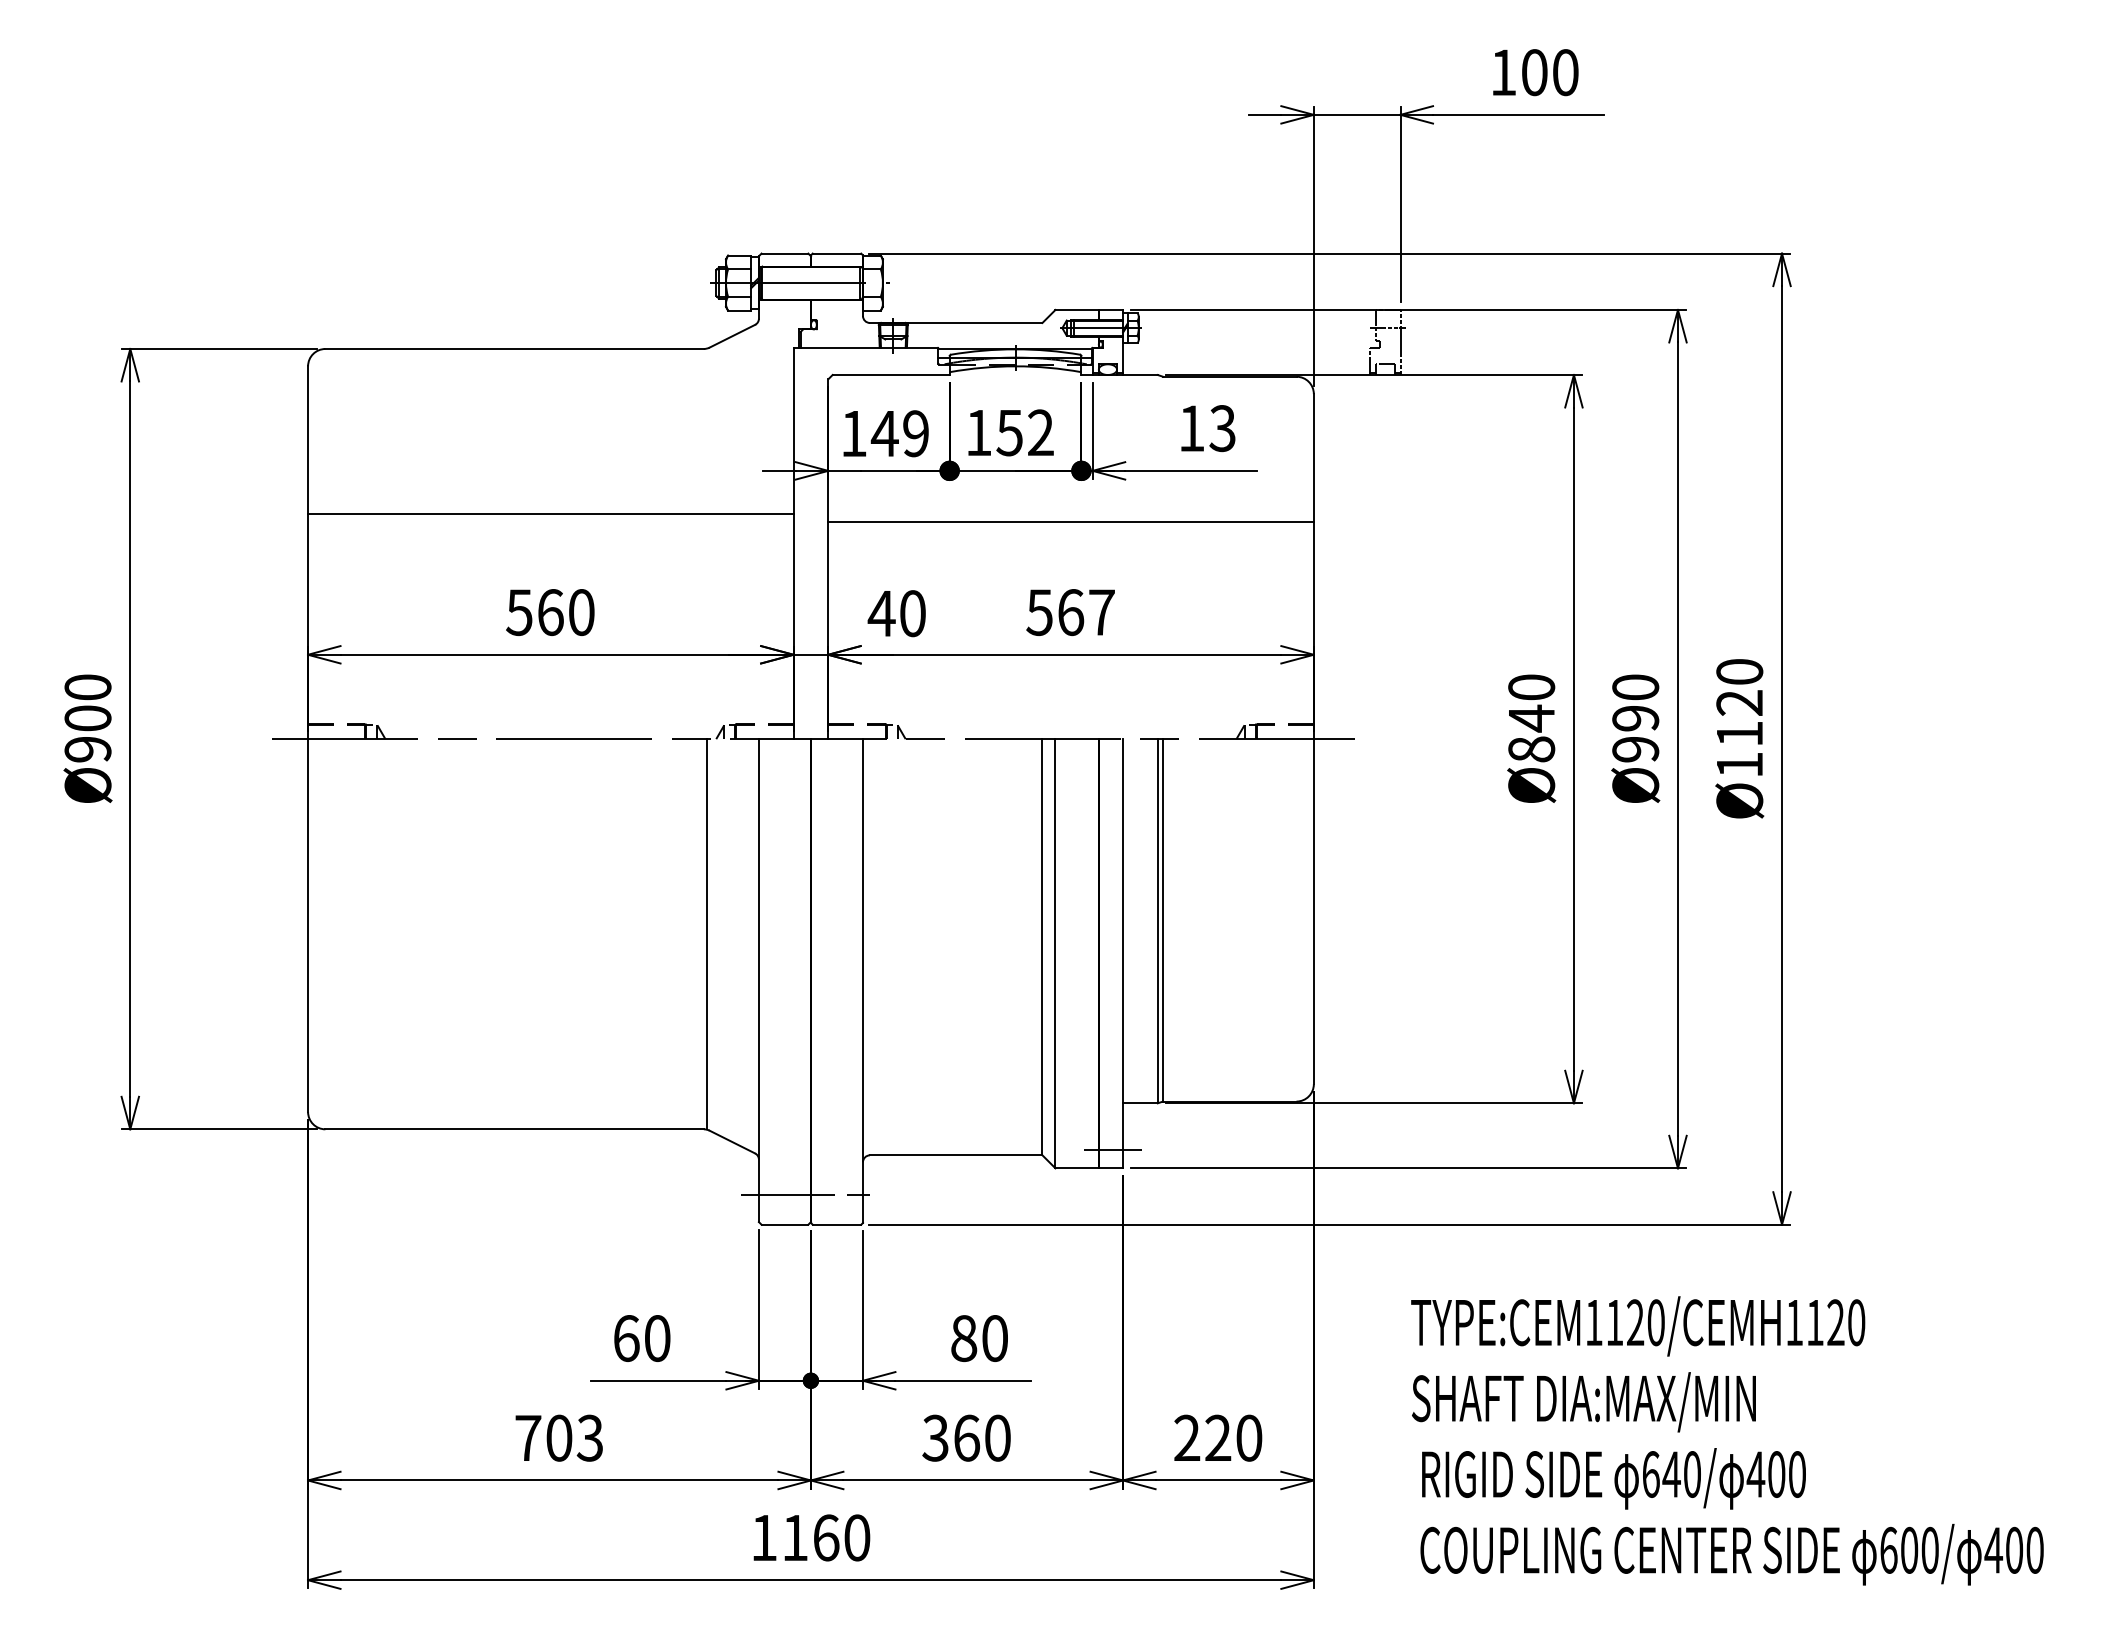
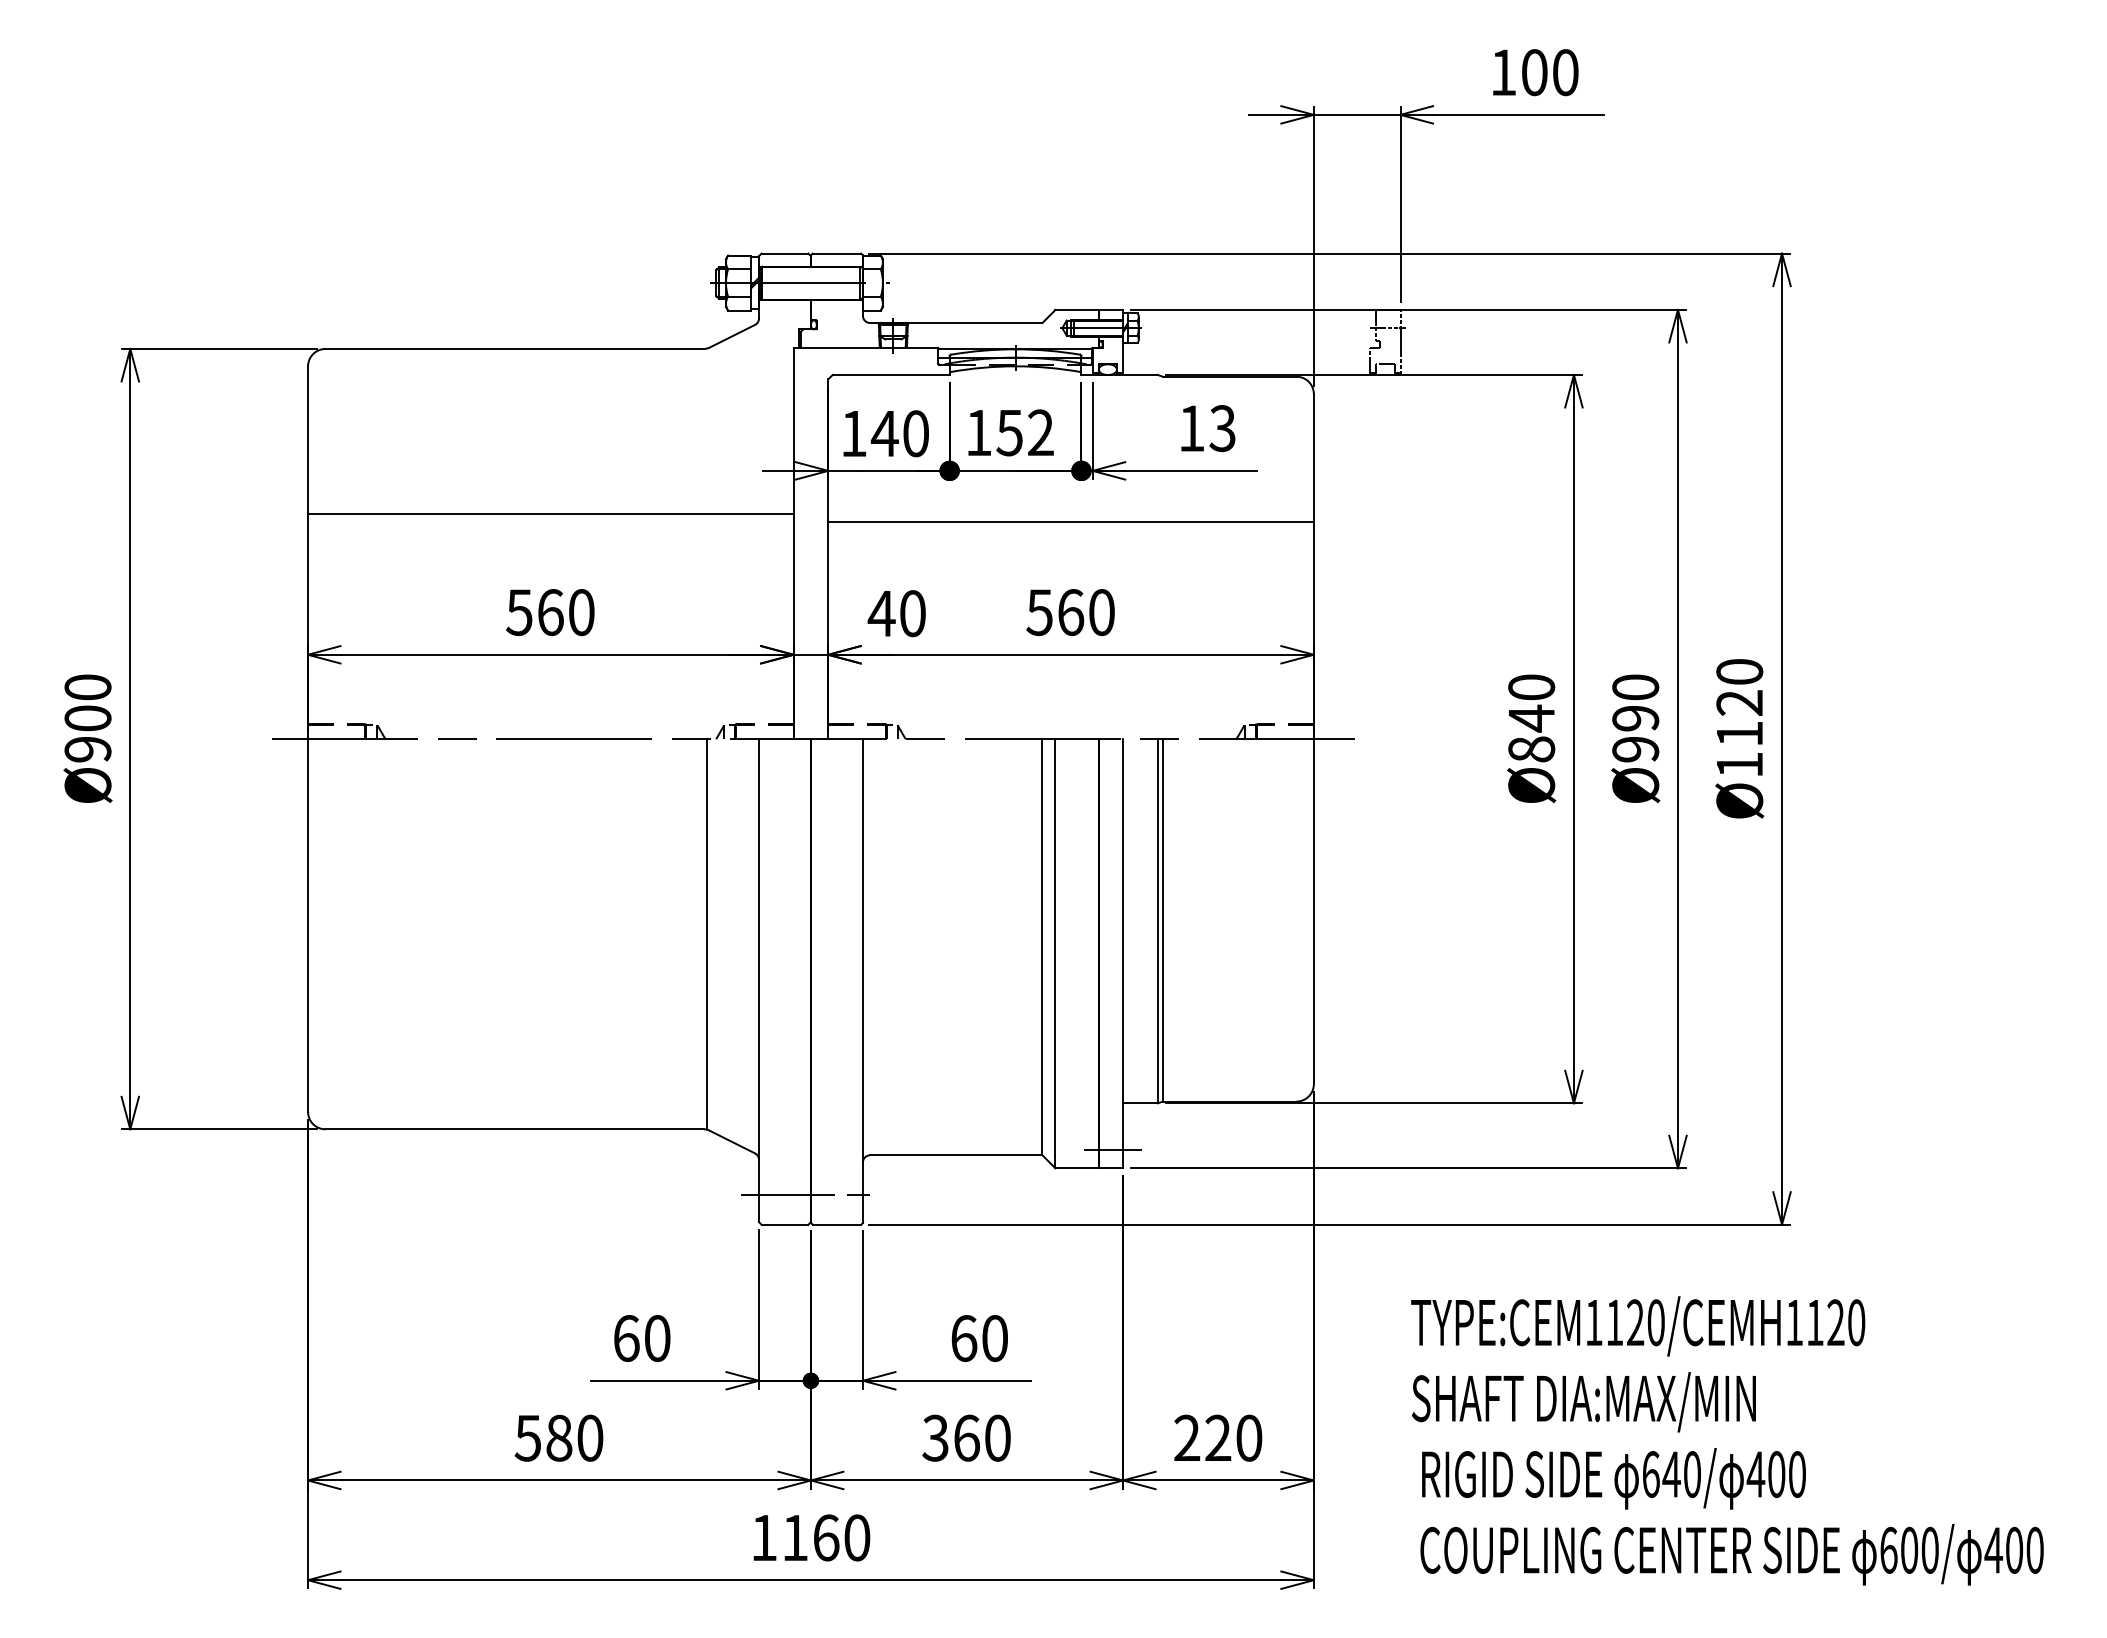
text at (915, 433): 149 -> 140
text at (1101, 612): 567 -> 560
text at (964, 1338): 80 -> 60
text at (558, 1437): 703 -> 580
